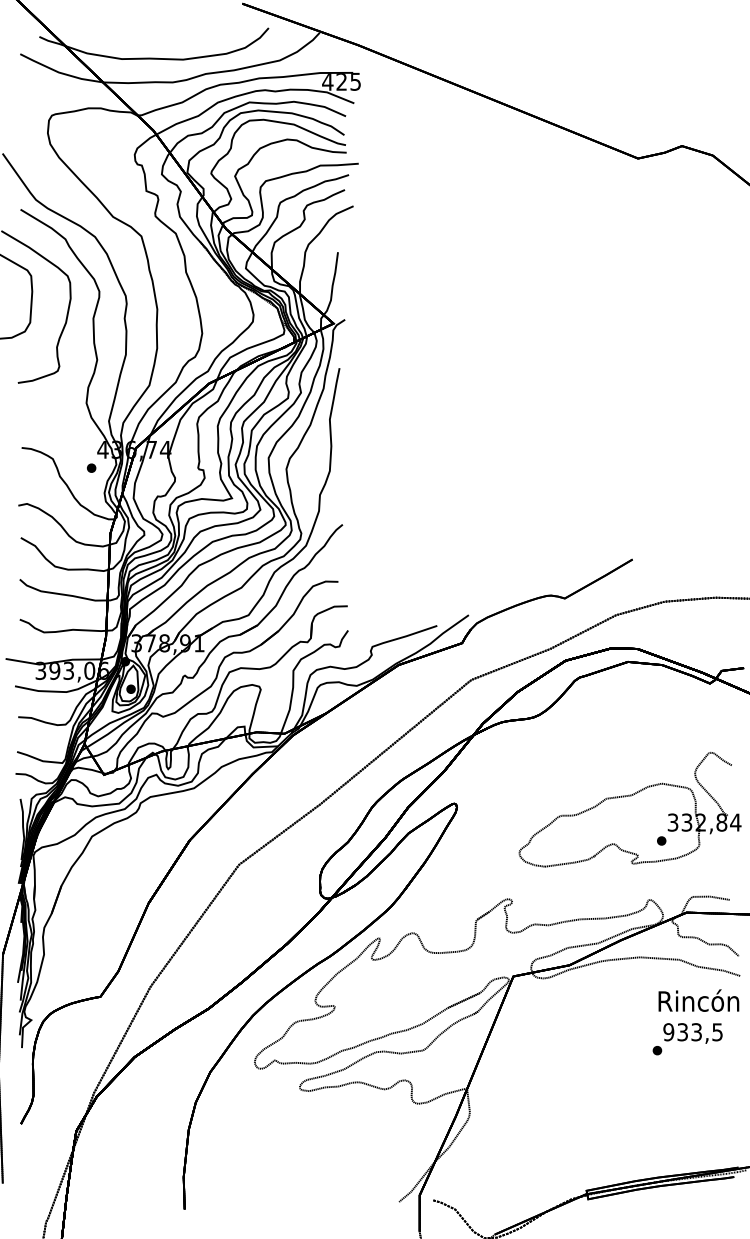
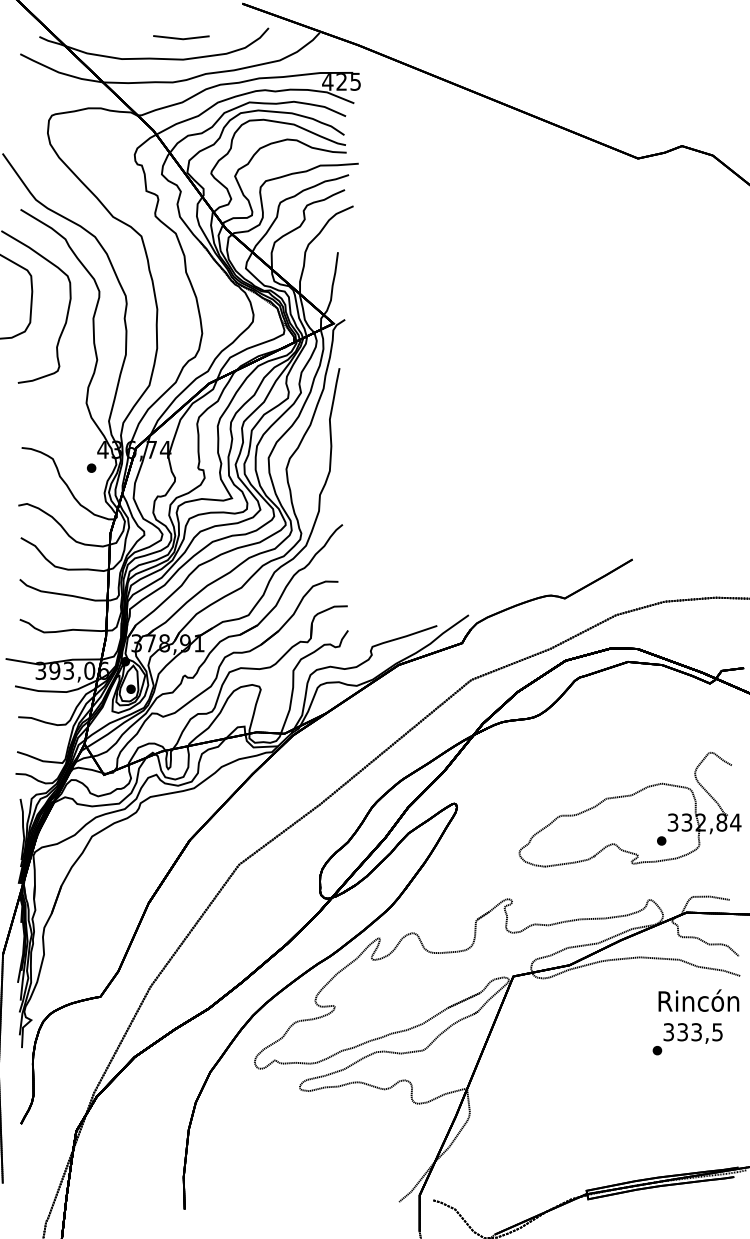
line at (181, 38): none -> present
text at (668, 1032): 933,5 -> 333,5
